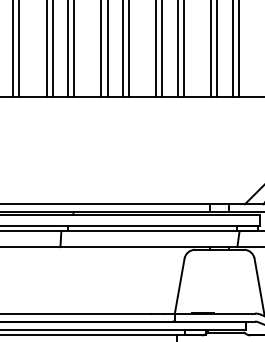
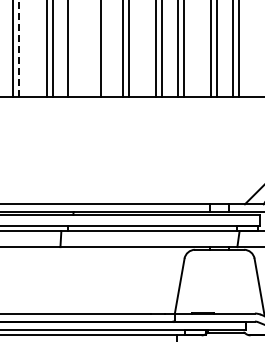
line at (19, 48): solid -> dashed
line at (74, 49): present -> none
line at (107, 49): present -> none
